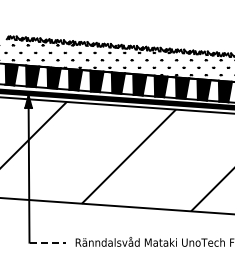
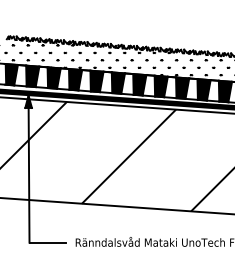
line at (48, 242): dashed -> solid
